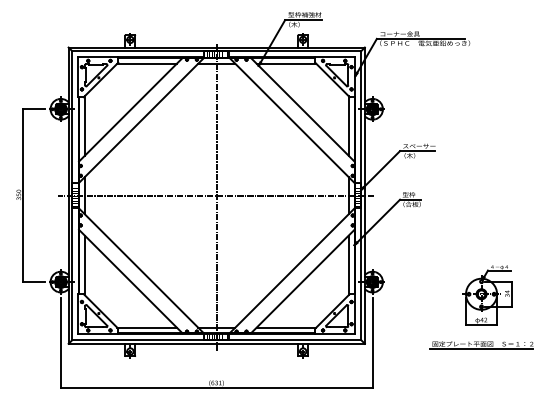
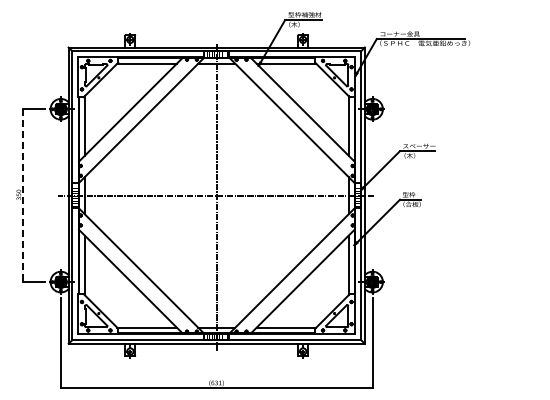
line at (23, 196): solid -> dashed
part at (487, 295): present -> none
part at (481, 345): present -> none
